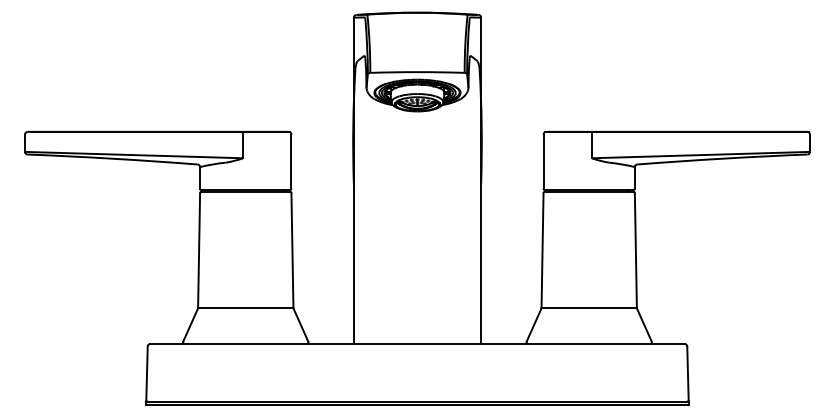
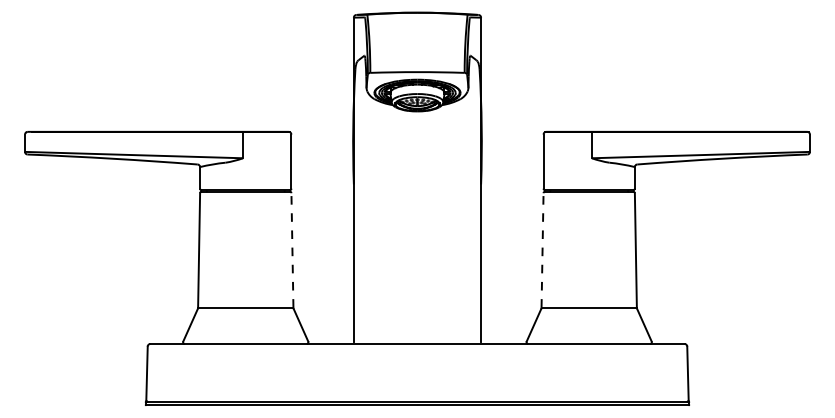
line at (292, 249): solid -> dashed
line at (542, 249): solid -> dashed
